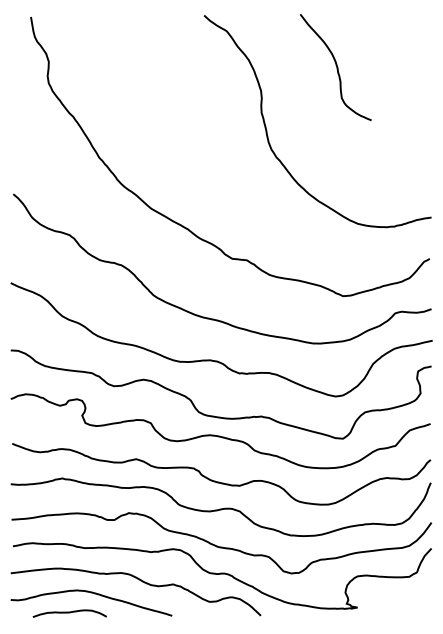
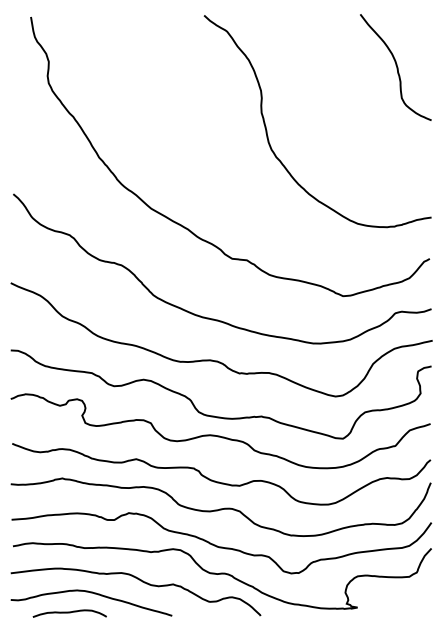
curve at (336, 67) position: (336, 67) -> (396, 67)
